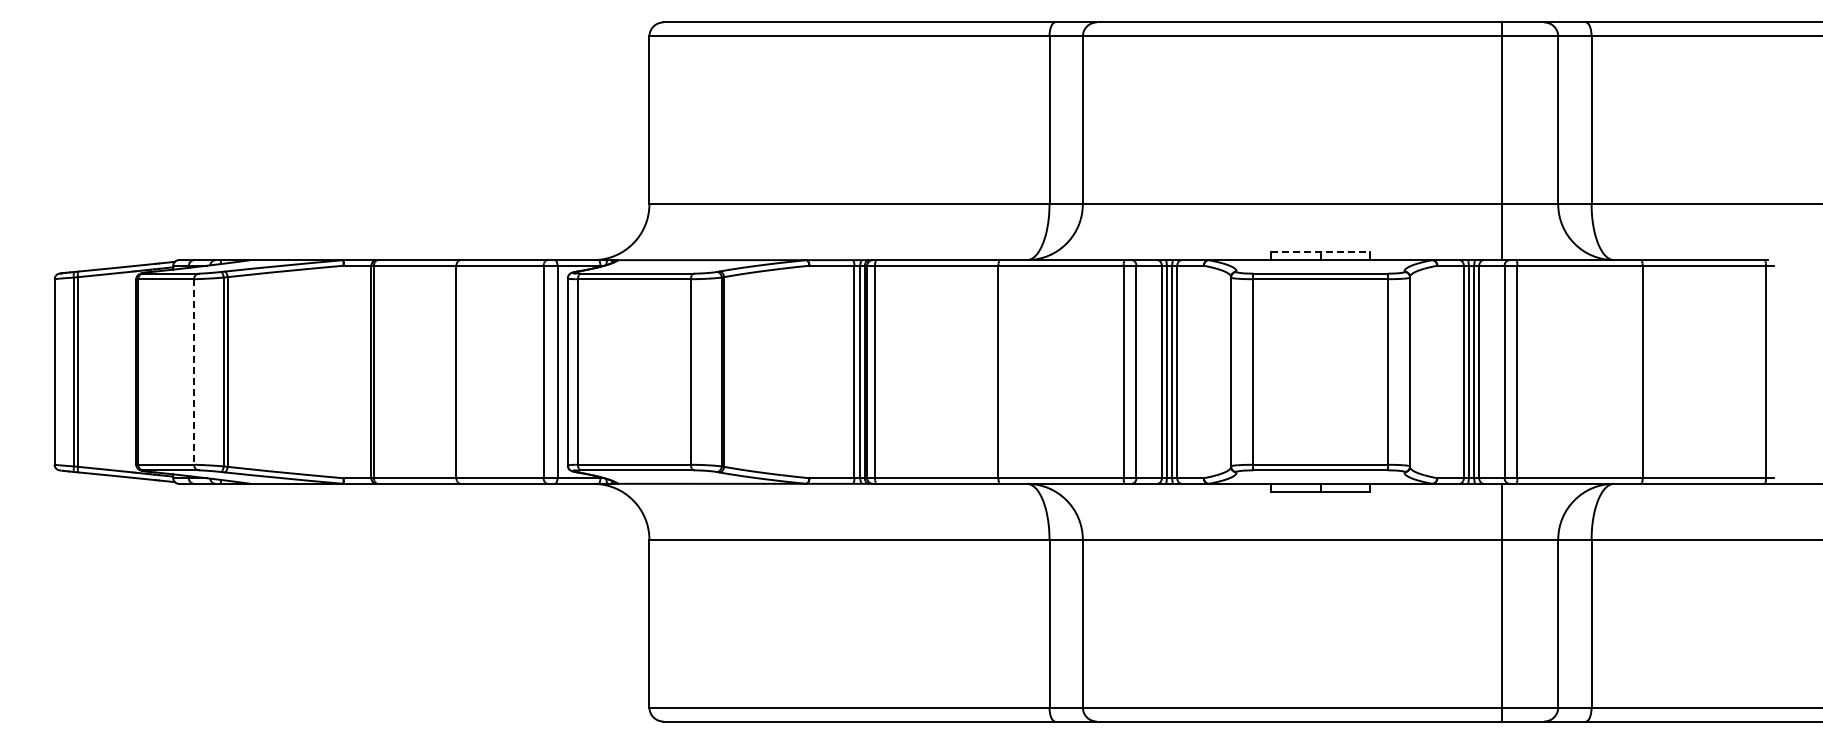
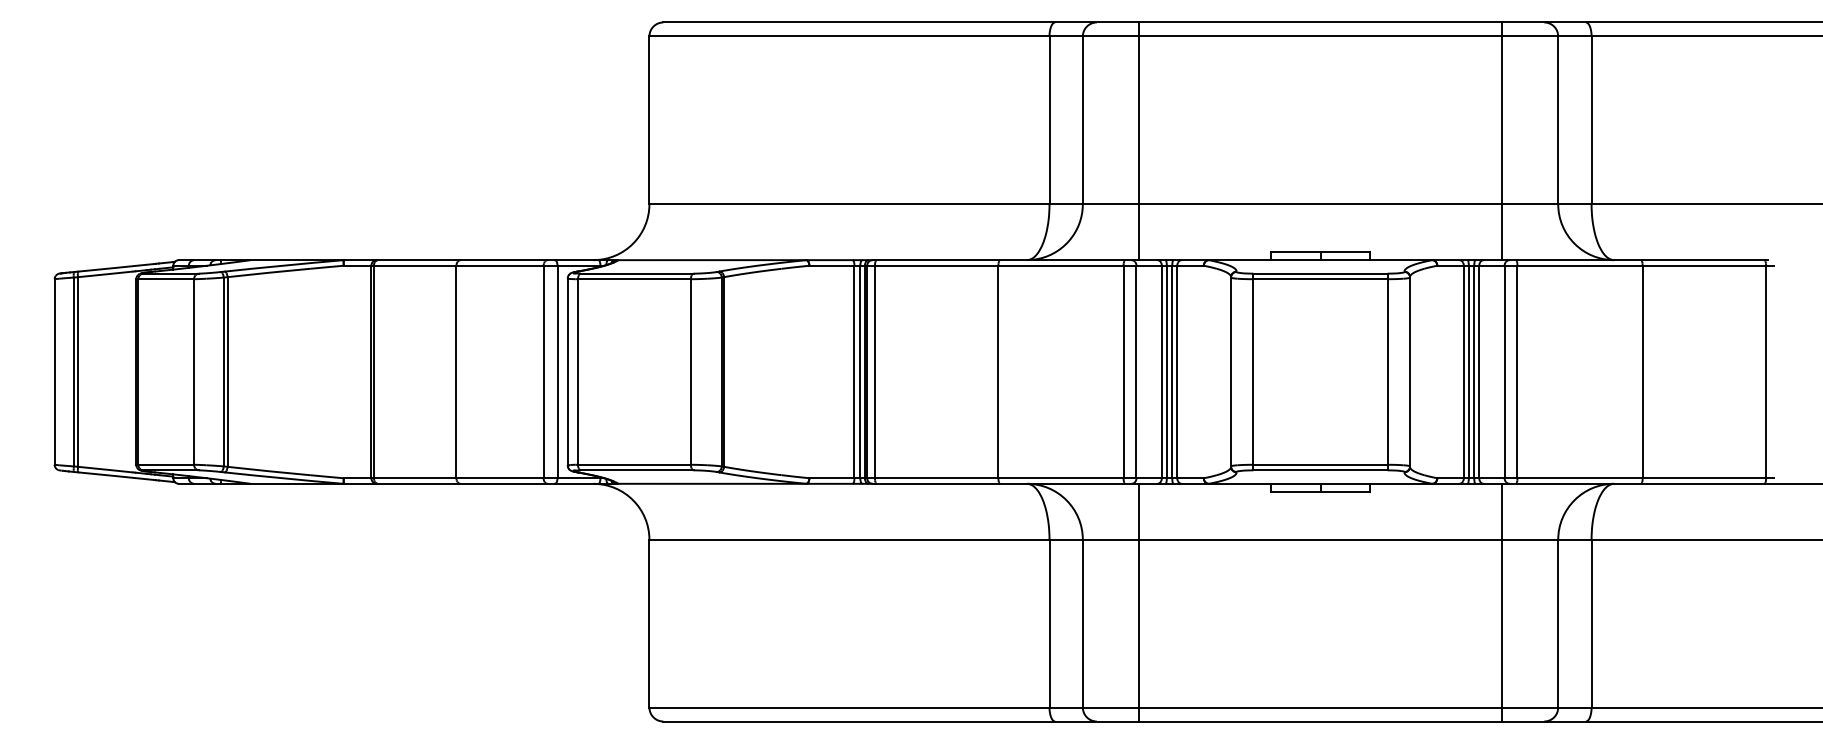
line at (1138, 141): none -> present
line at (1320, 251): dashed -> solid
line at (194, 372): dashed -> solid
line at (1138, 602): none -> present
